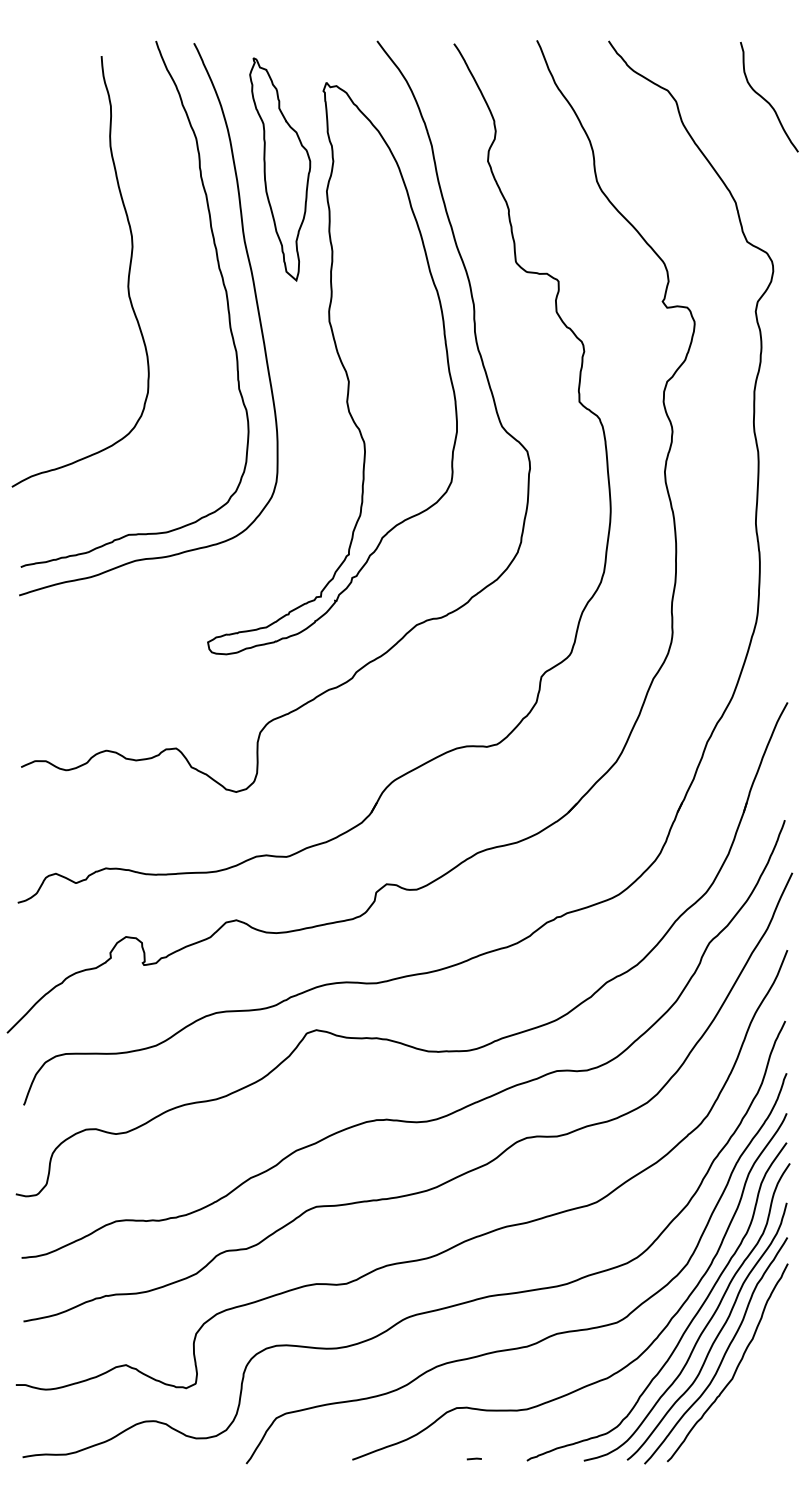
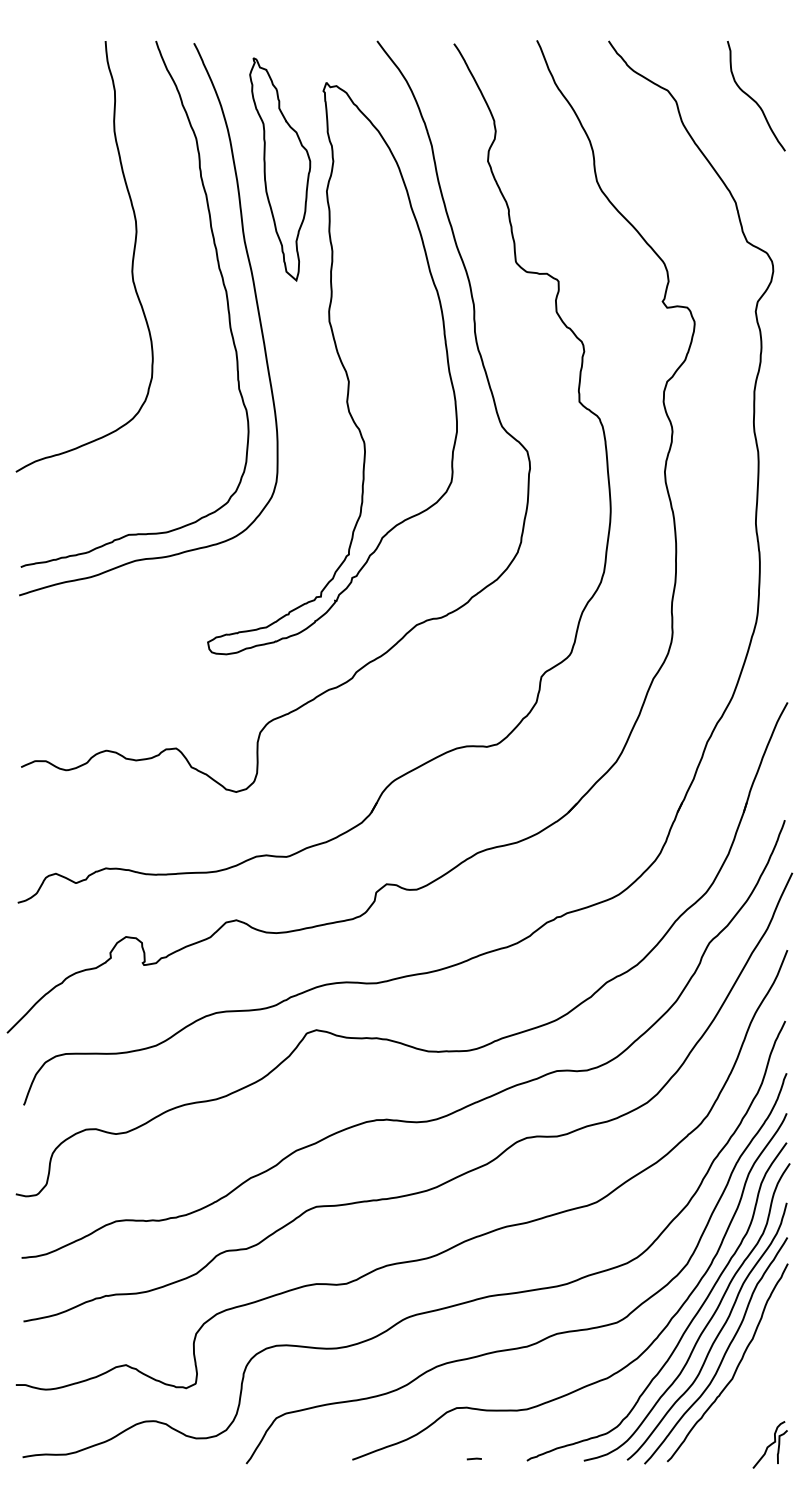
curve at (766, 99) position: (766, 99) -> (753, 98)
curve at (127, 278) position: (127, 278) -> (131, 263)
part at (769, 1444): none -> present
